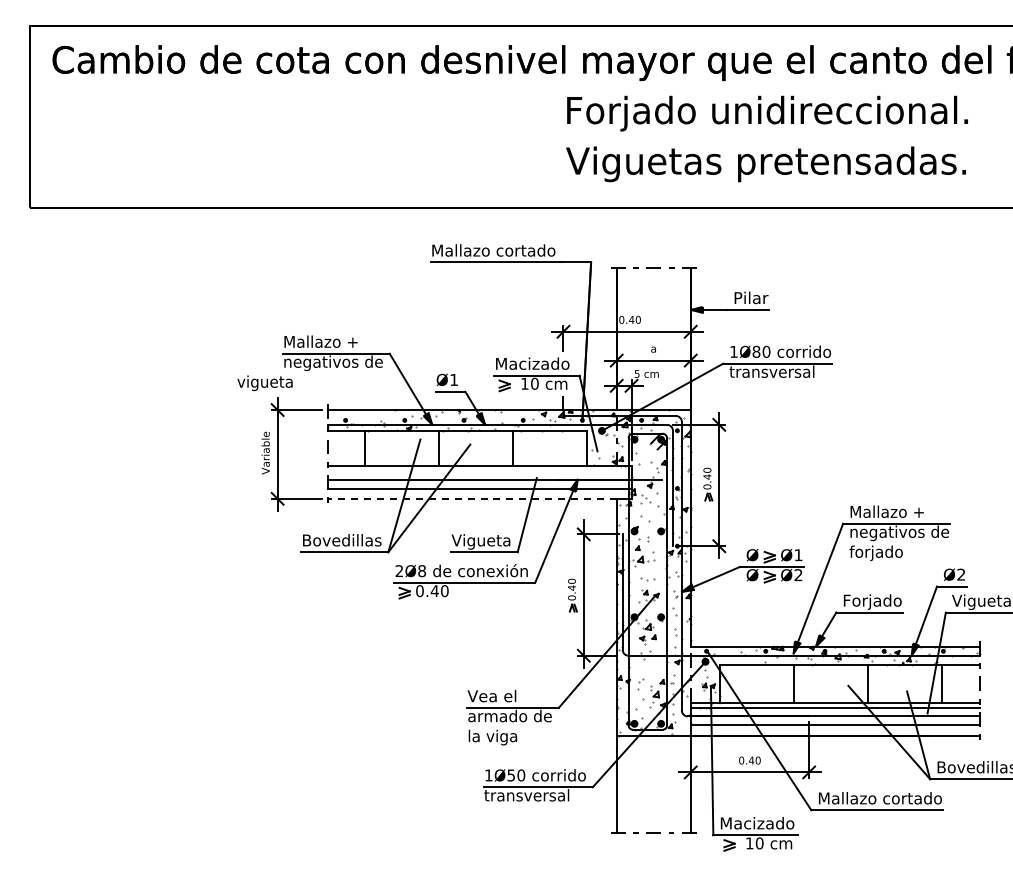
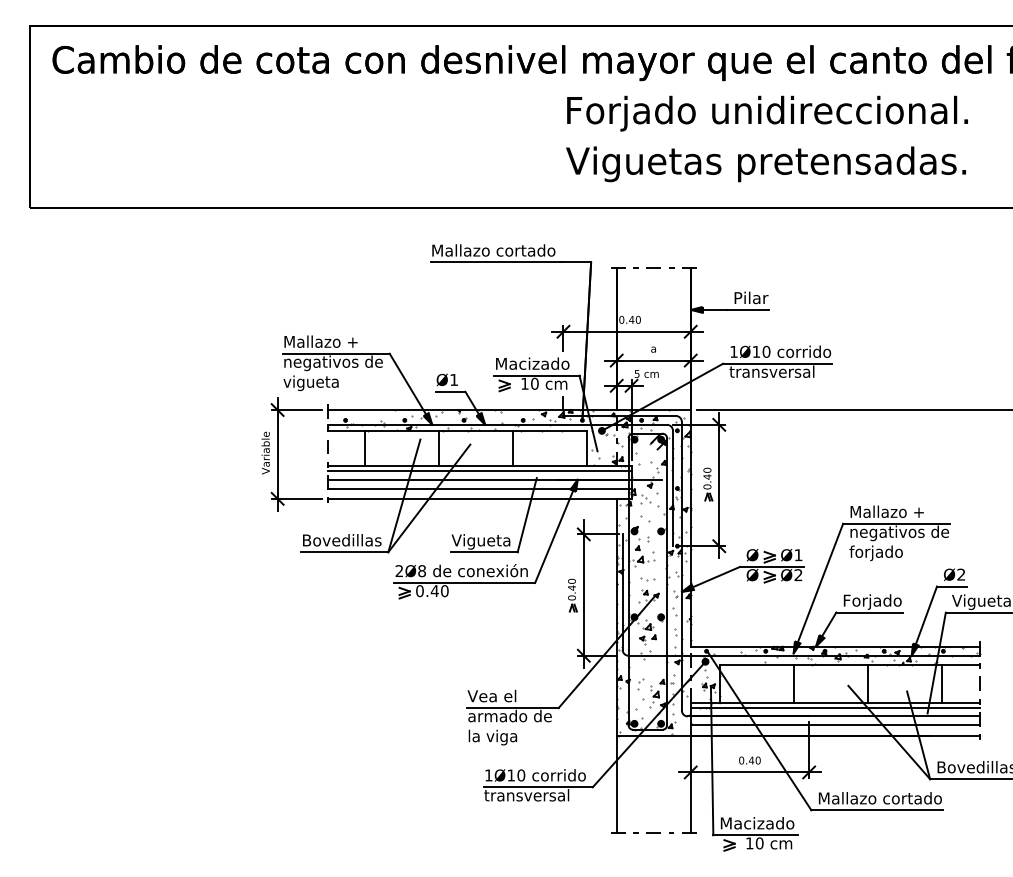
text at (756, 351): 1Ø80 -> 1Ø10
text at (264, 383) position: (264, 383) -> (310, 383)
line at (852, 410): none -> present
line at (479, 470): none -> present
line at (471, 498): dashed -> solid
text at (510, 775): 1Ø50 -> 1Ø10
